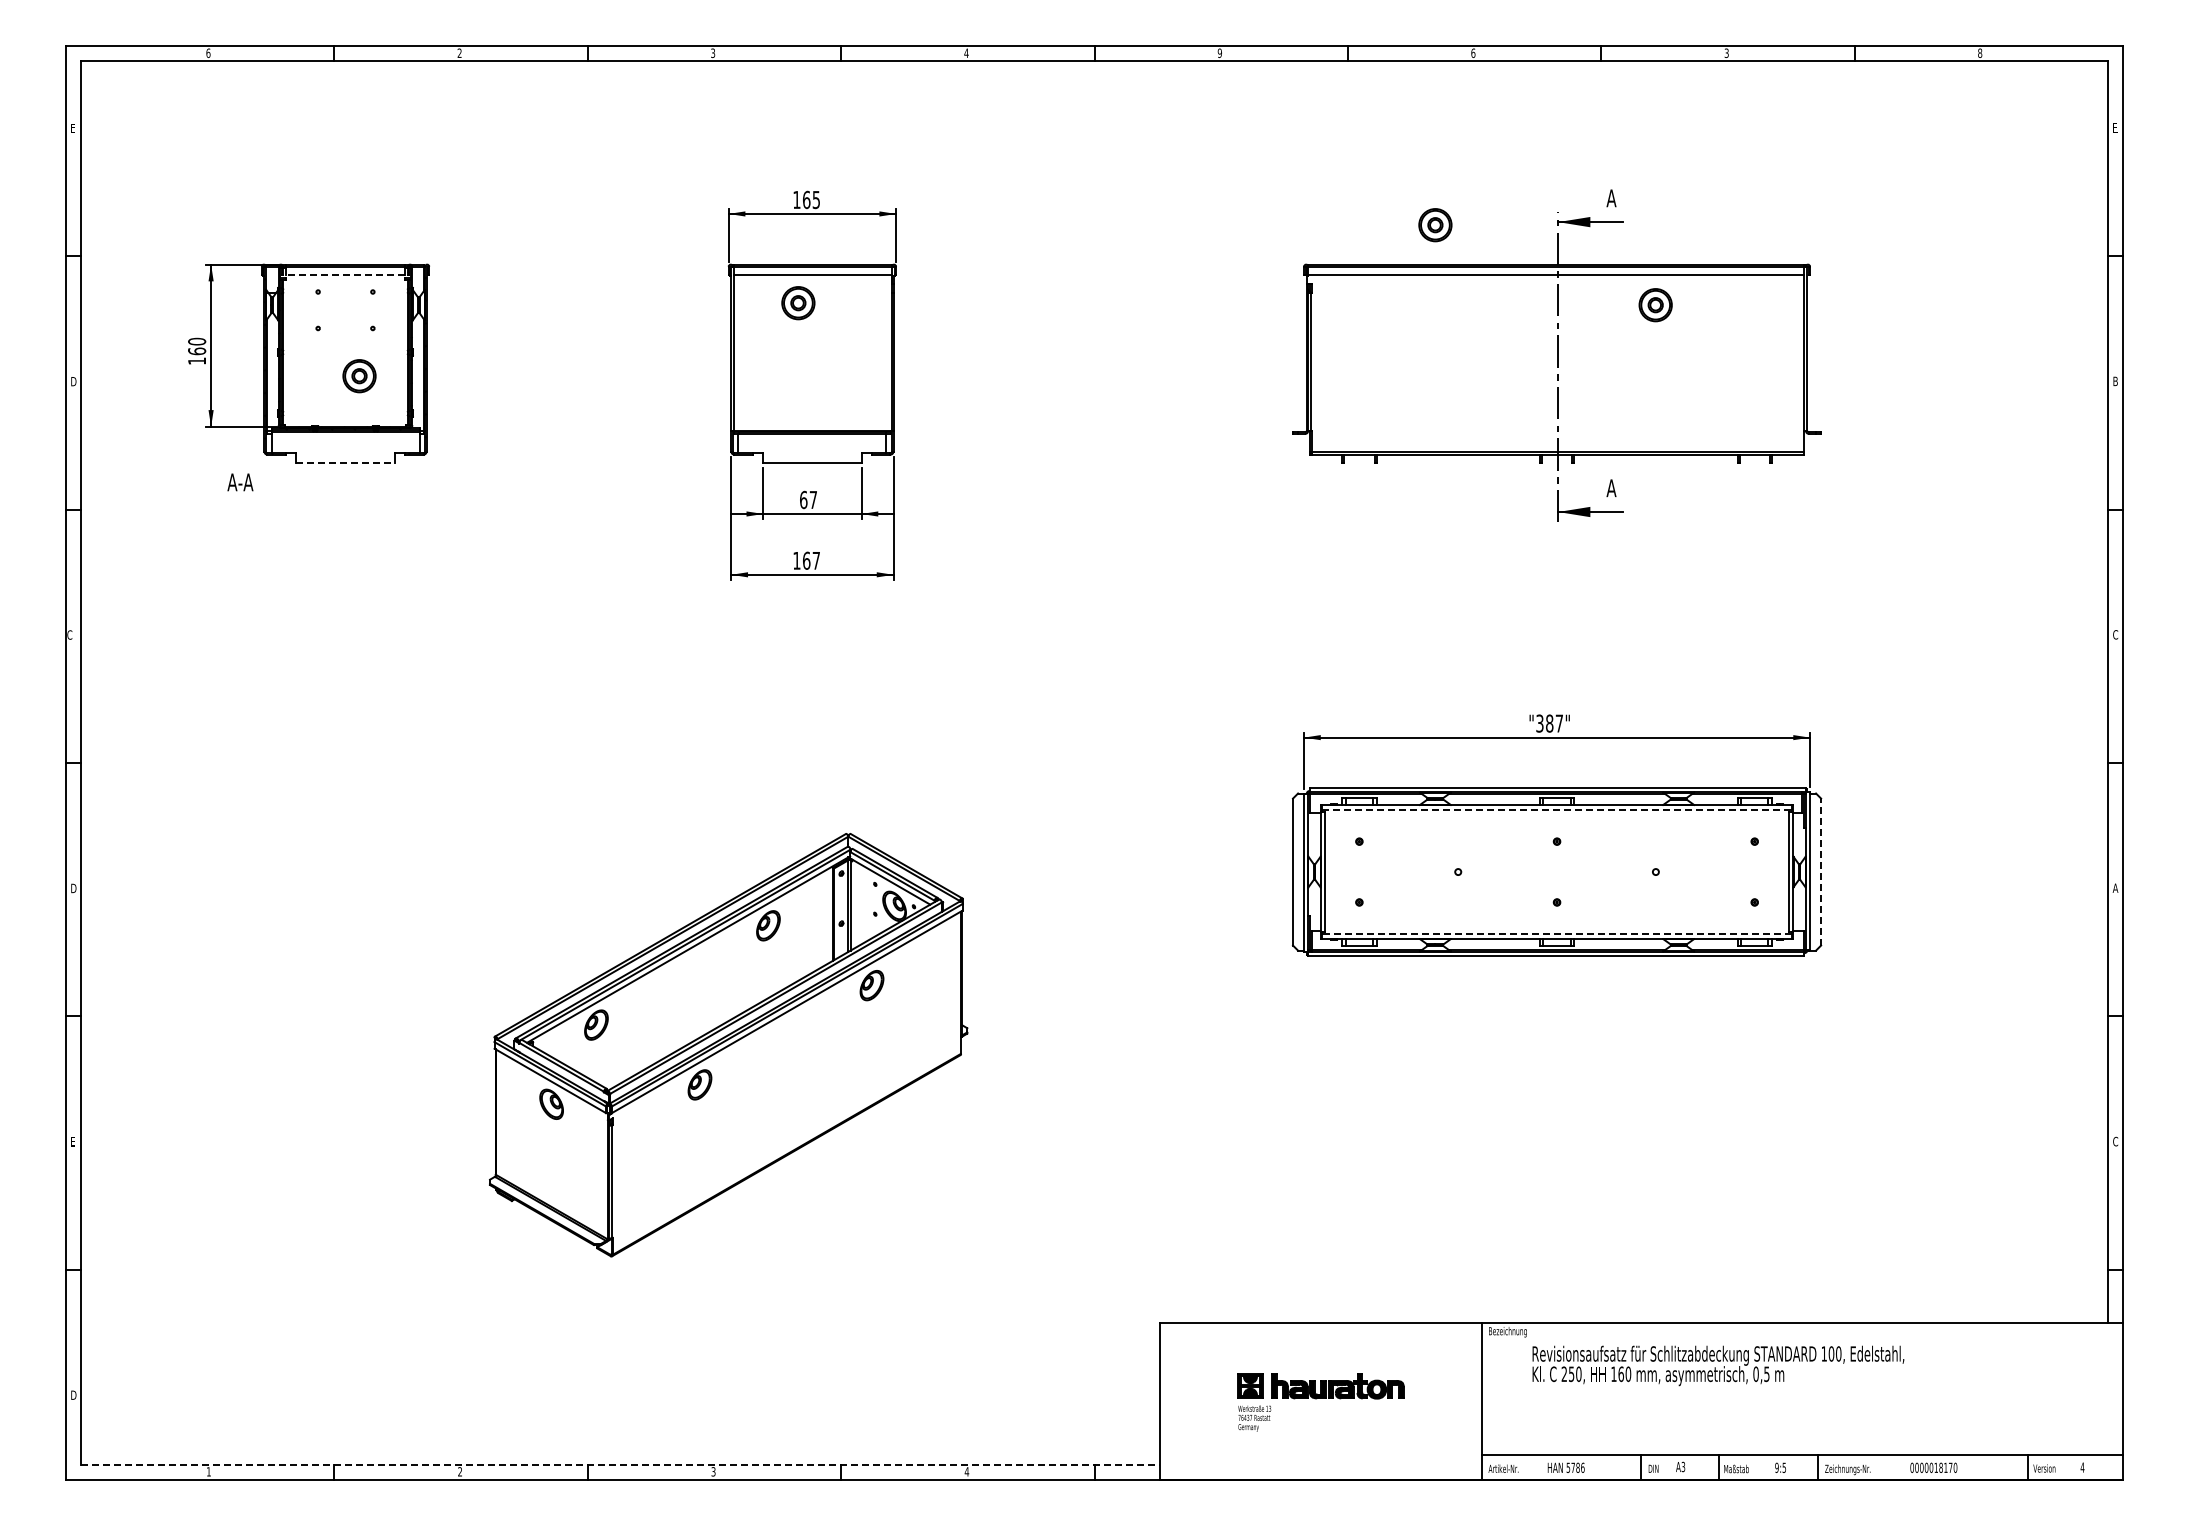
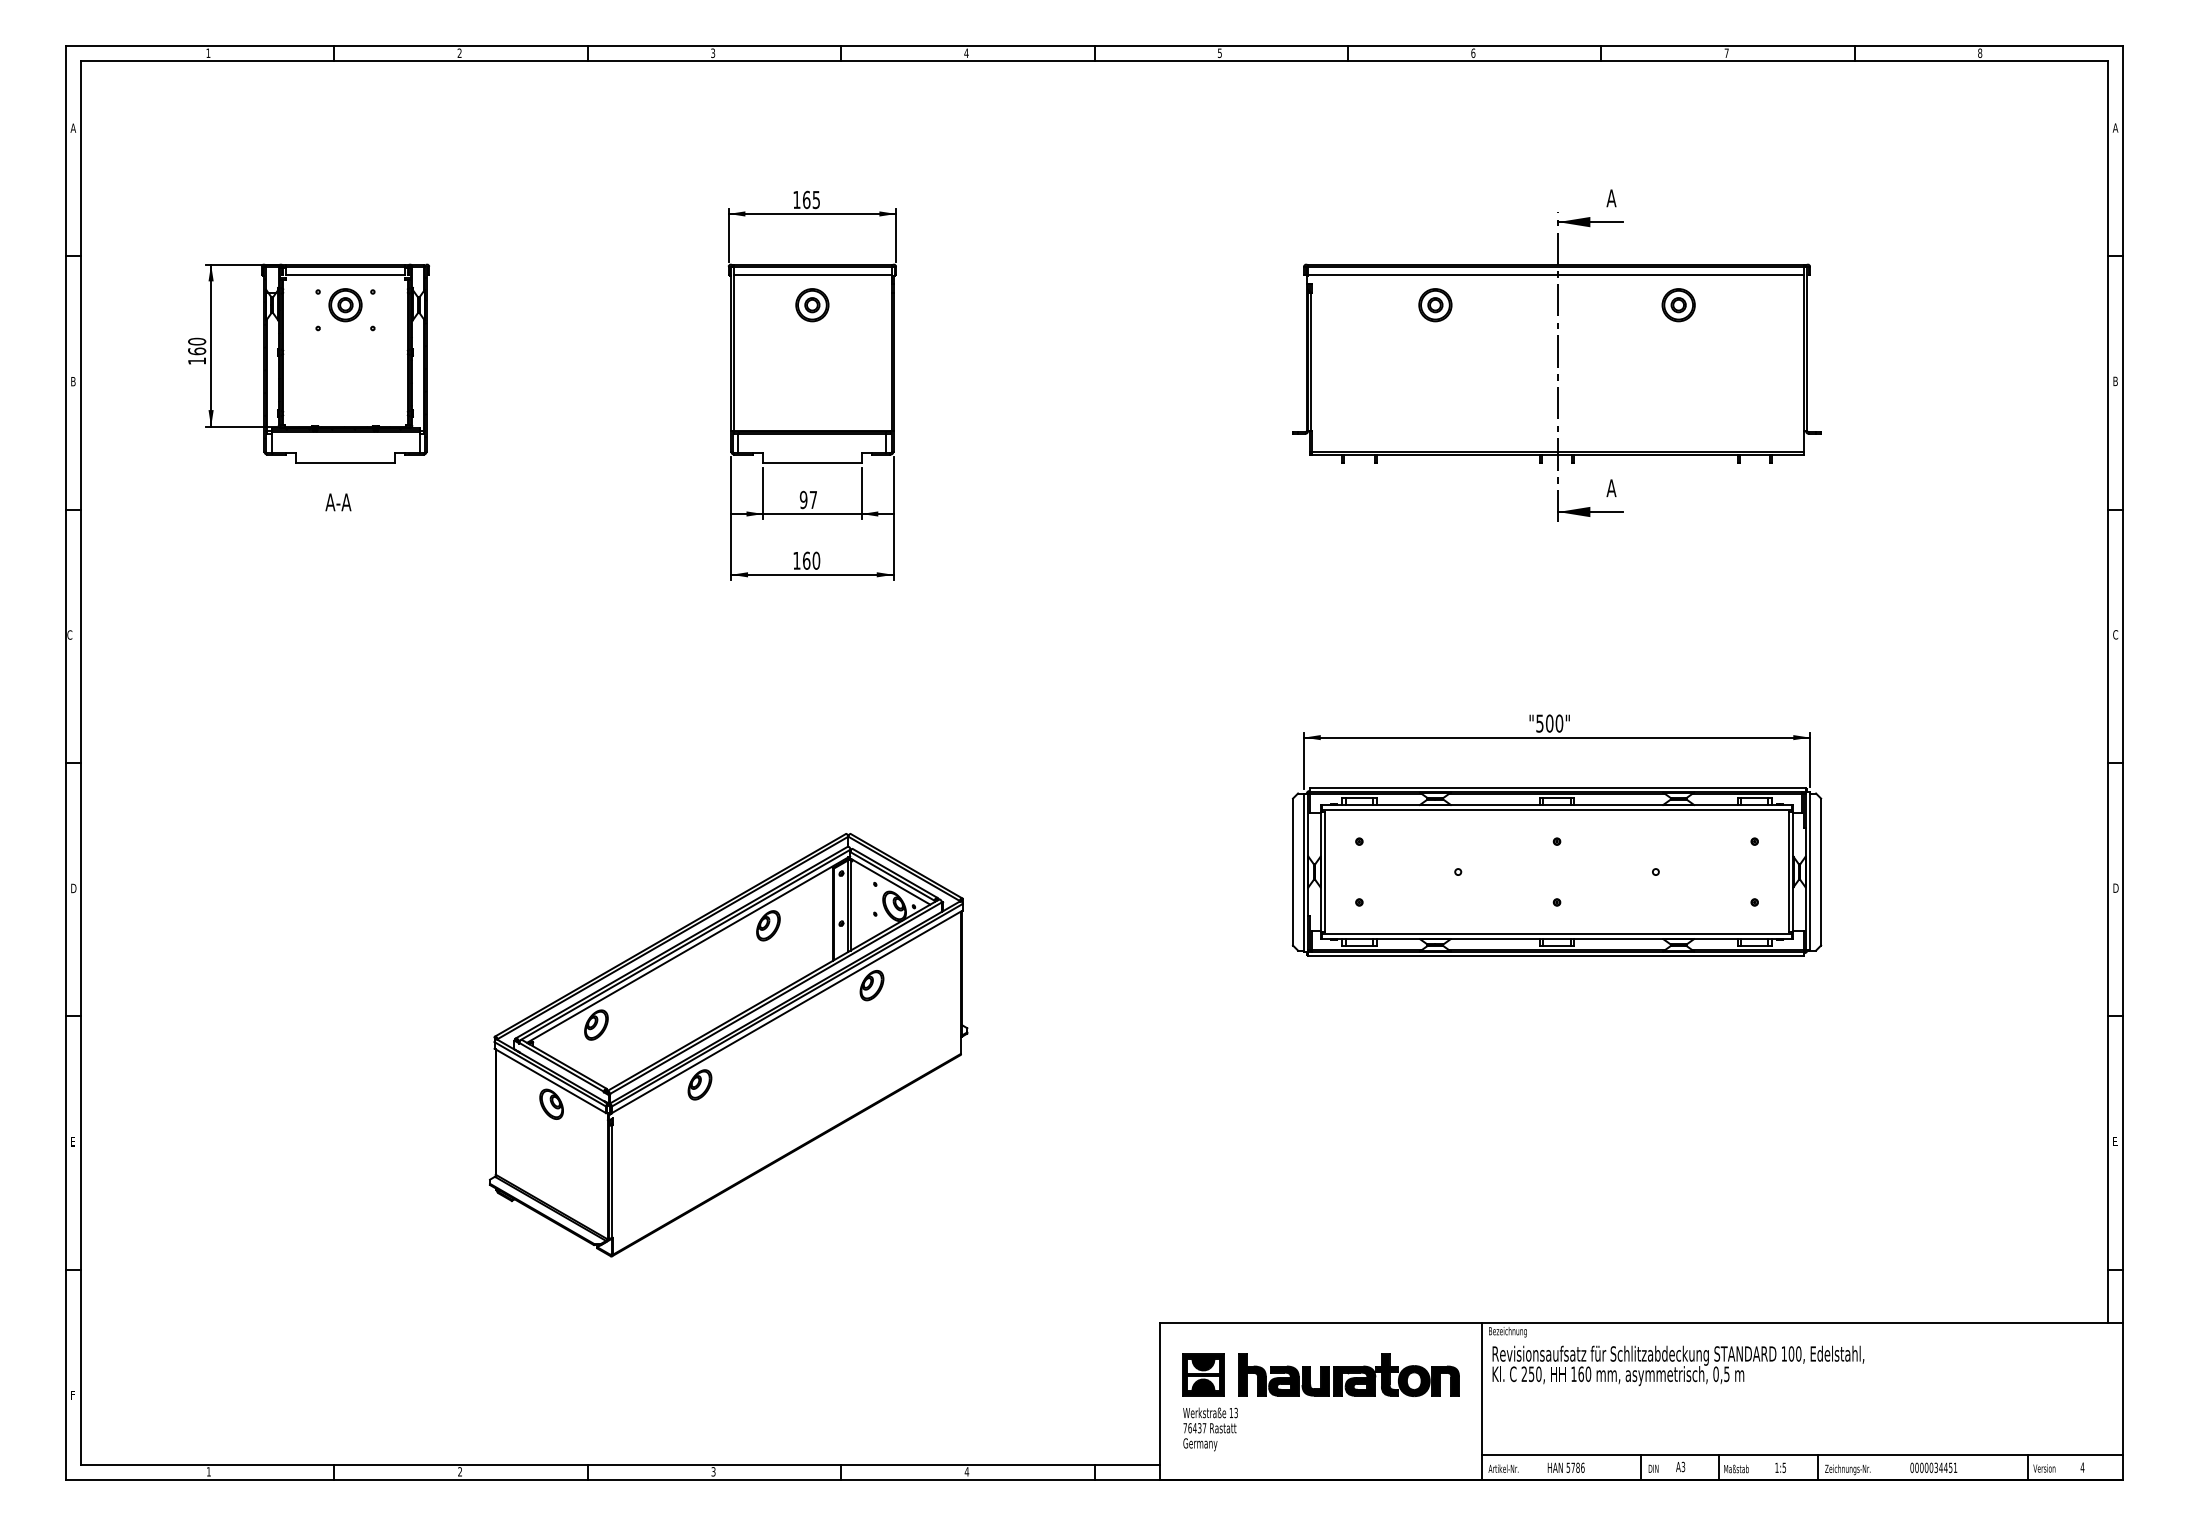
text at (208, 52): 6 -> 1
text at (1219, 52): 9 -> 5
text at (1726, 53): 3 -> 7
text at (73, 127): E -> A
text at (2115, 127): E -> A
part at (1435, 225) position: (1435, 225) -> (1435, 305)
line at (345, 274): dashed -> solid
part at (798, 303) position: (798, 303) -> (812, 305)
part at (1655, 305) position: (1655, 305) -> (1678, 305)
part at (359, 376) position: (359, 376) -> (345, 305)
text at (74, 381): D -> B
line at (346, 463): dashed -> solid
text at (240, 482) position: (240, 482) -> (338, 502)
text at (803, 499): 67 -> 97
text at (816, 560): 167 -> 160
text at (1549, 723): "387" -> "500"
line at (1557, 809): dashed -> solid
line at (1821, 871): dashed -> solid
text at (2115, 887): A -> D
line at (1557, 934): dashed -> solid
text at (2115, 1141): C -> E
text at (1718, 1365) position: (1718, 1365) -> (1678, 1365)
text at (73, 1394): D -> F
part at (1320, 1402) size: 168x59 px -> 278x99 px
line at (620, 1464): dashed -> solid
text at (1776, 1467): 9:5 -> 1:5
text at (1945, 1467): 0000018170 -> 0000034451
